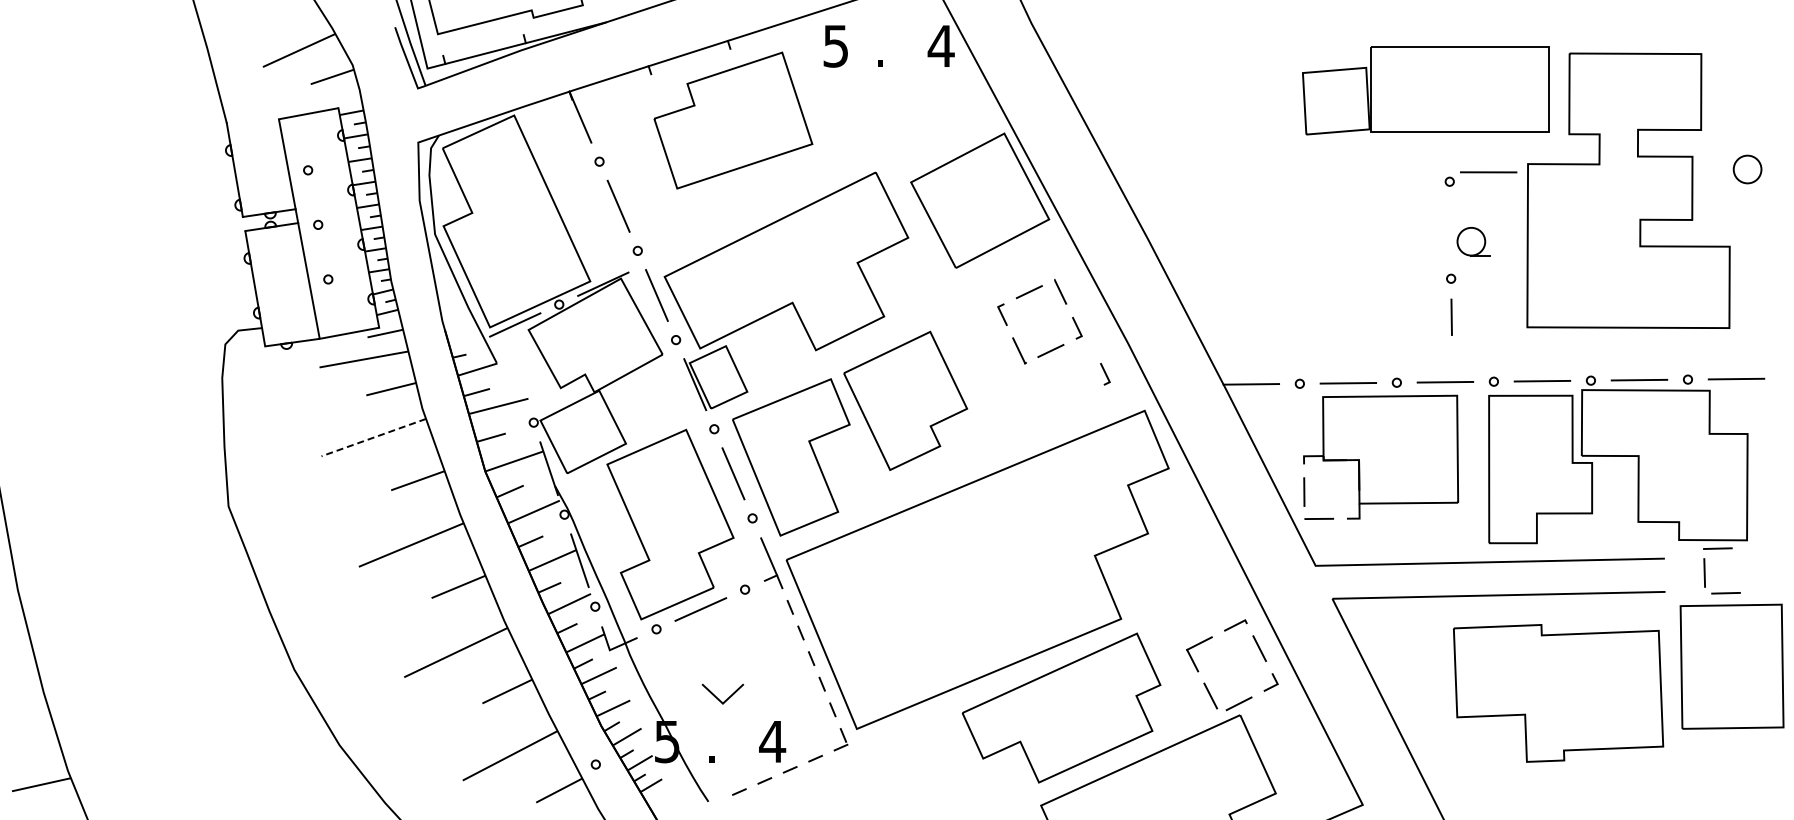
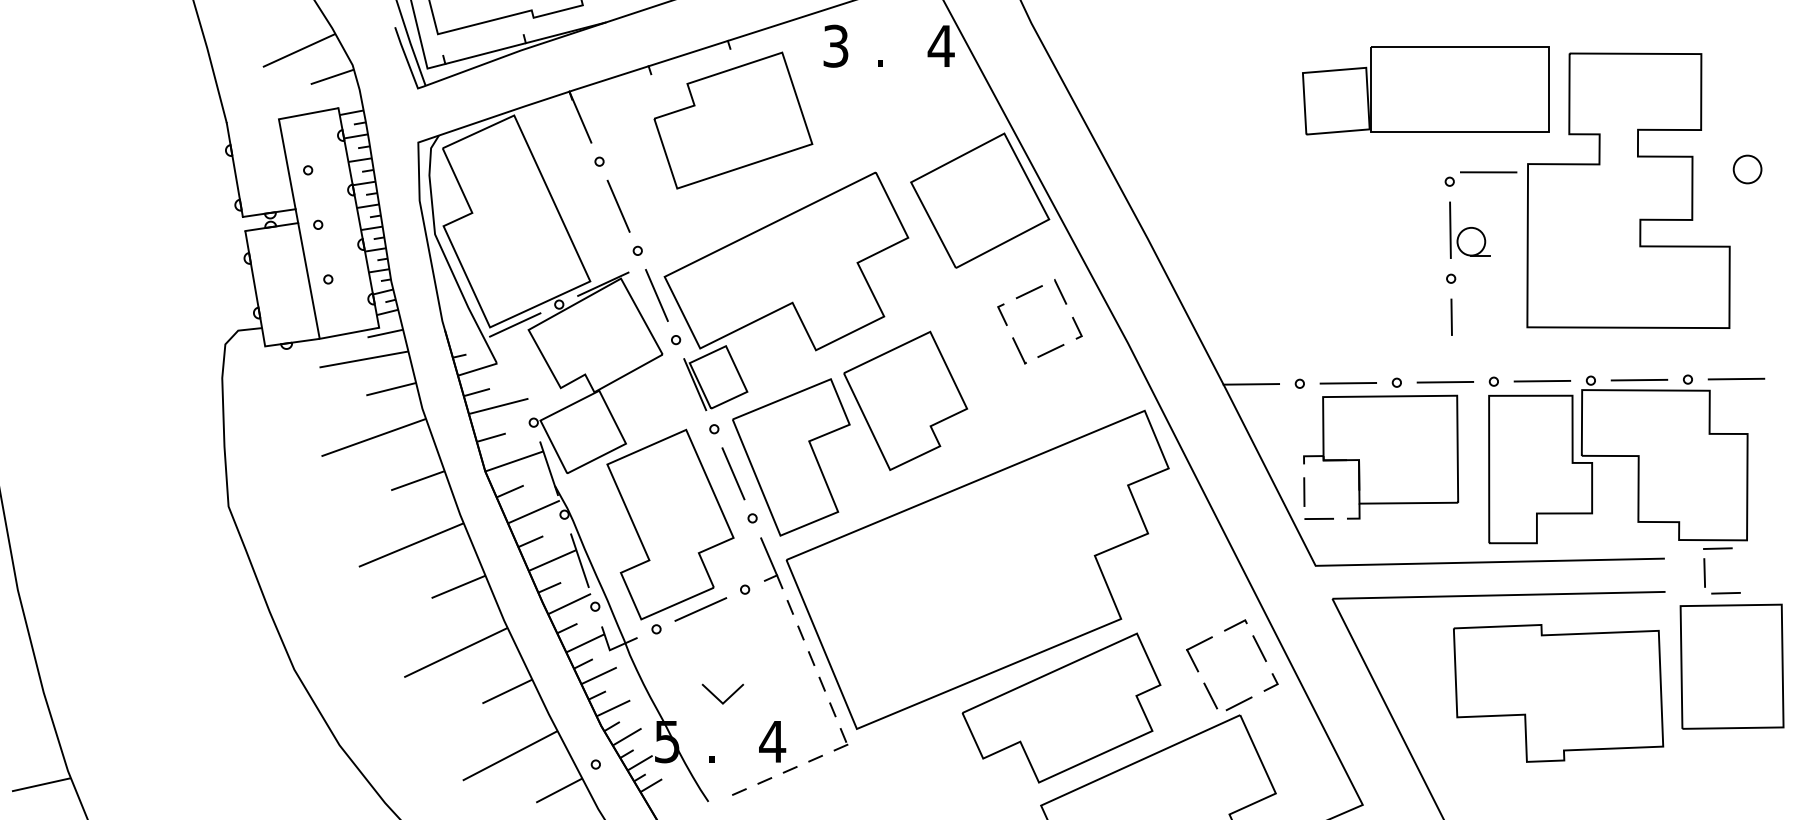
text at (836, 45): 5 -> 3
line at (1450, 230): none -> present
line at (1105, 373): present -> none
line at (373, 437): dashed -> solid
